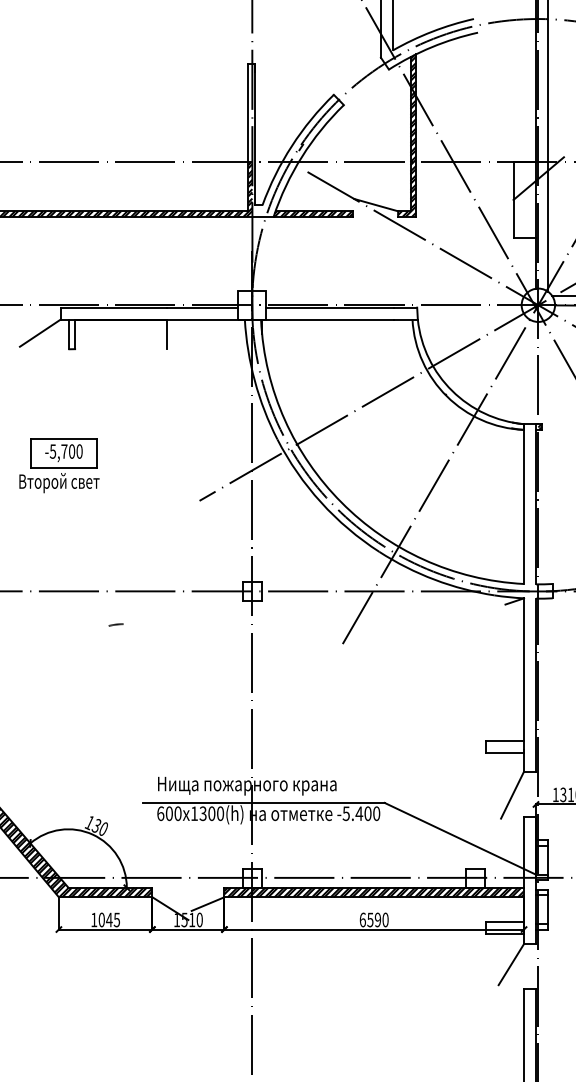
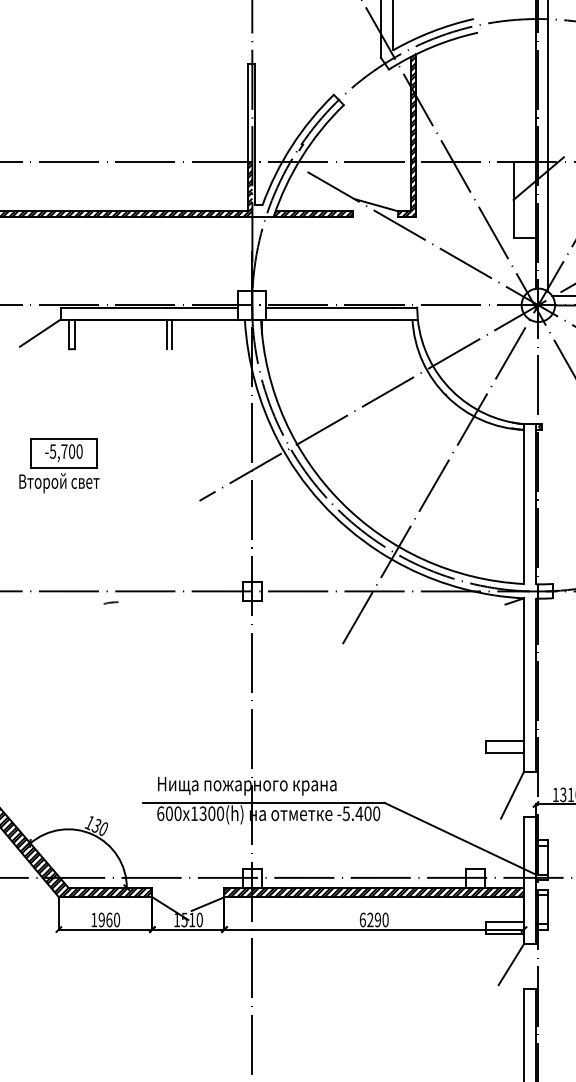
line at (172, 334): none -> present
line at (115, 624) position: (115, 624) -> (110, 602)
text at (109, 919): 1045 -> 1960
text at (370, 919): 6590 -> 6290
